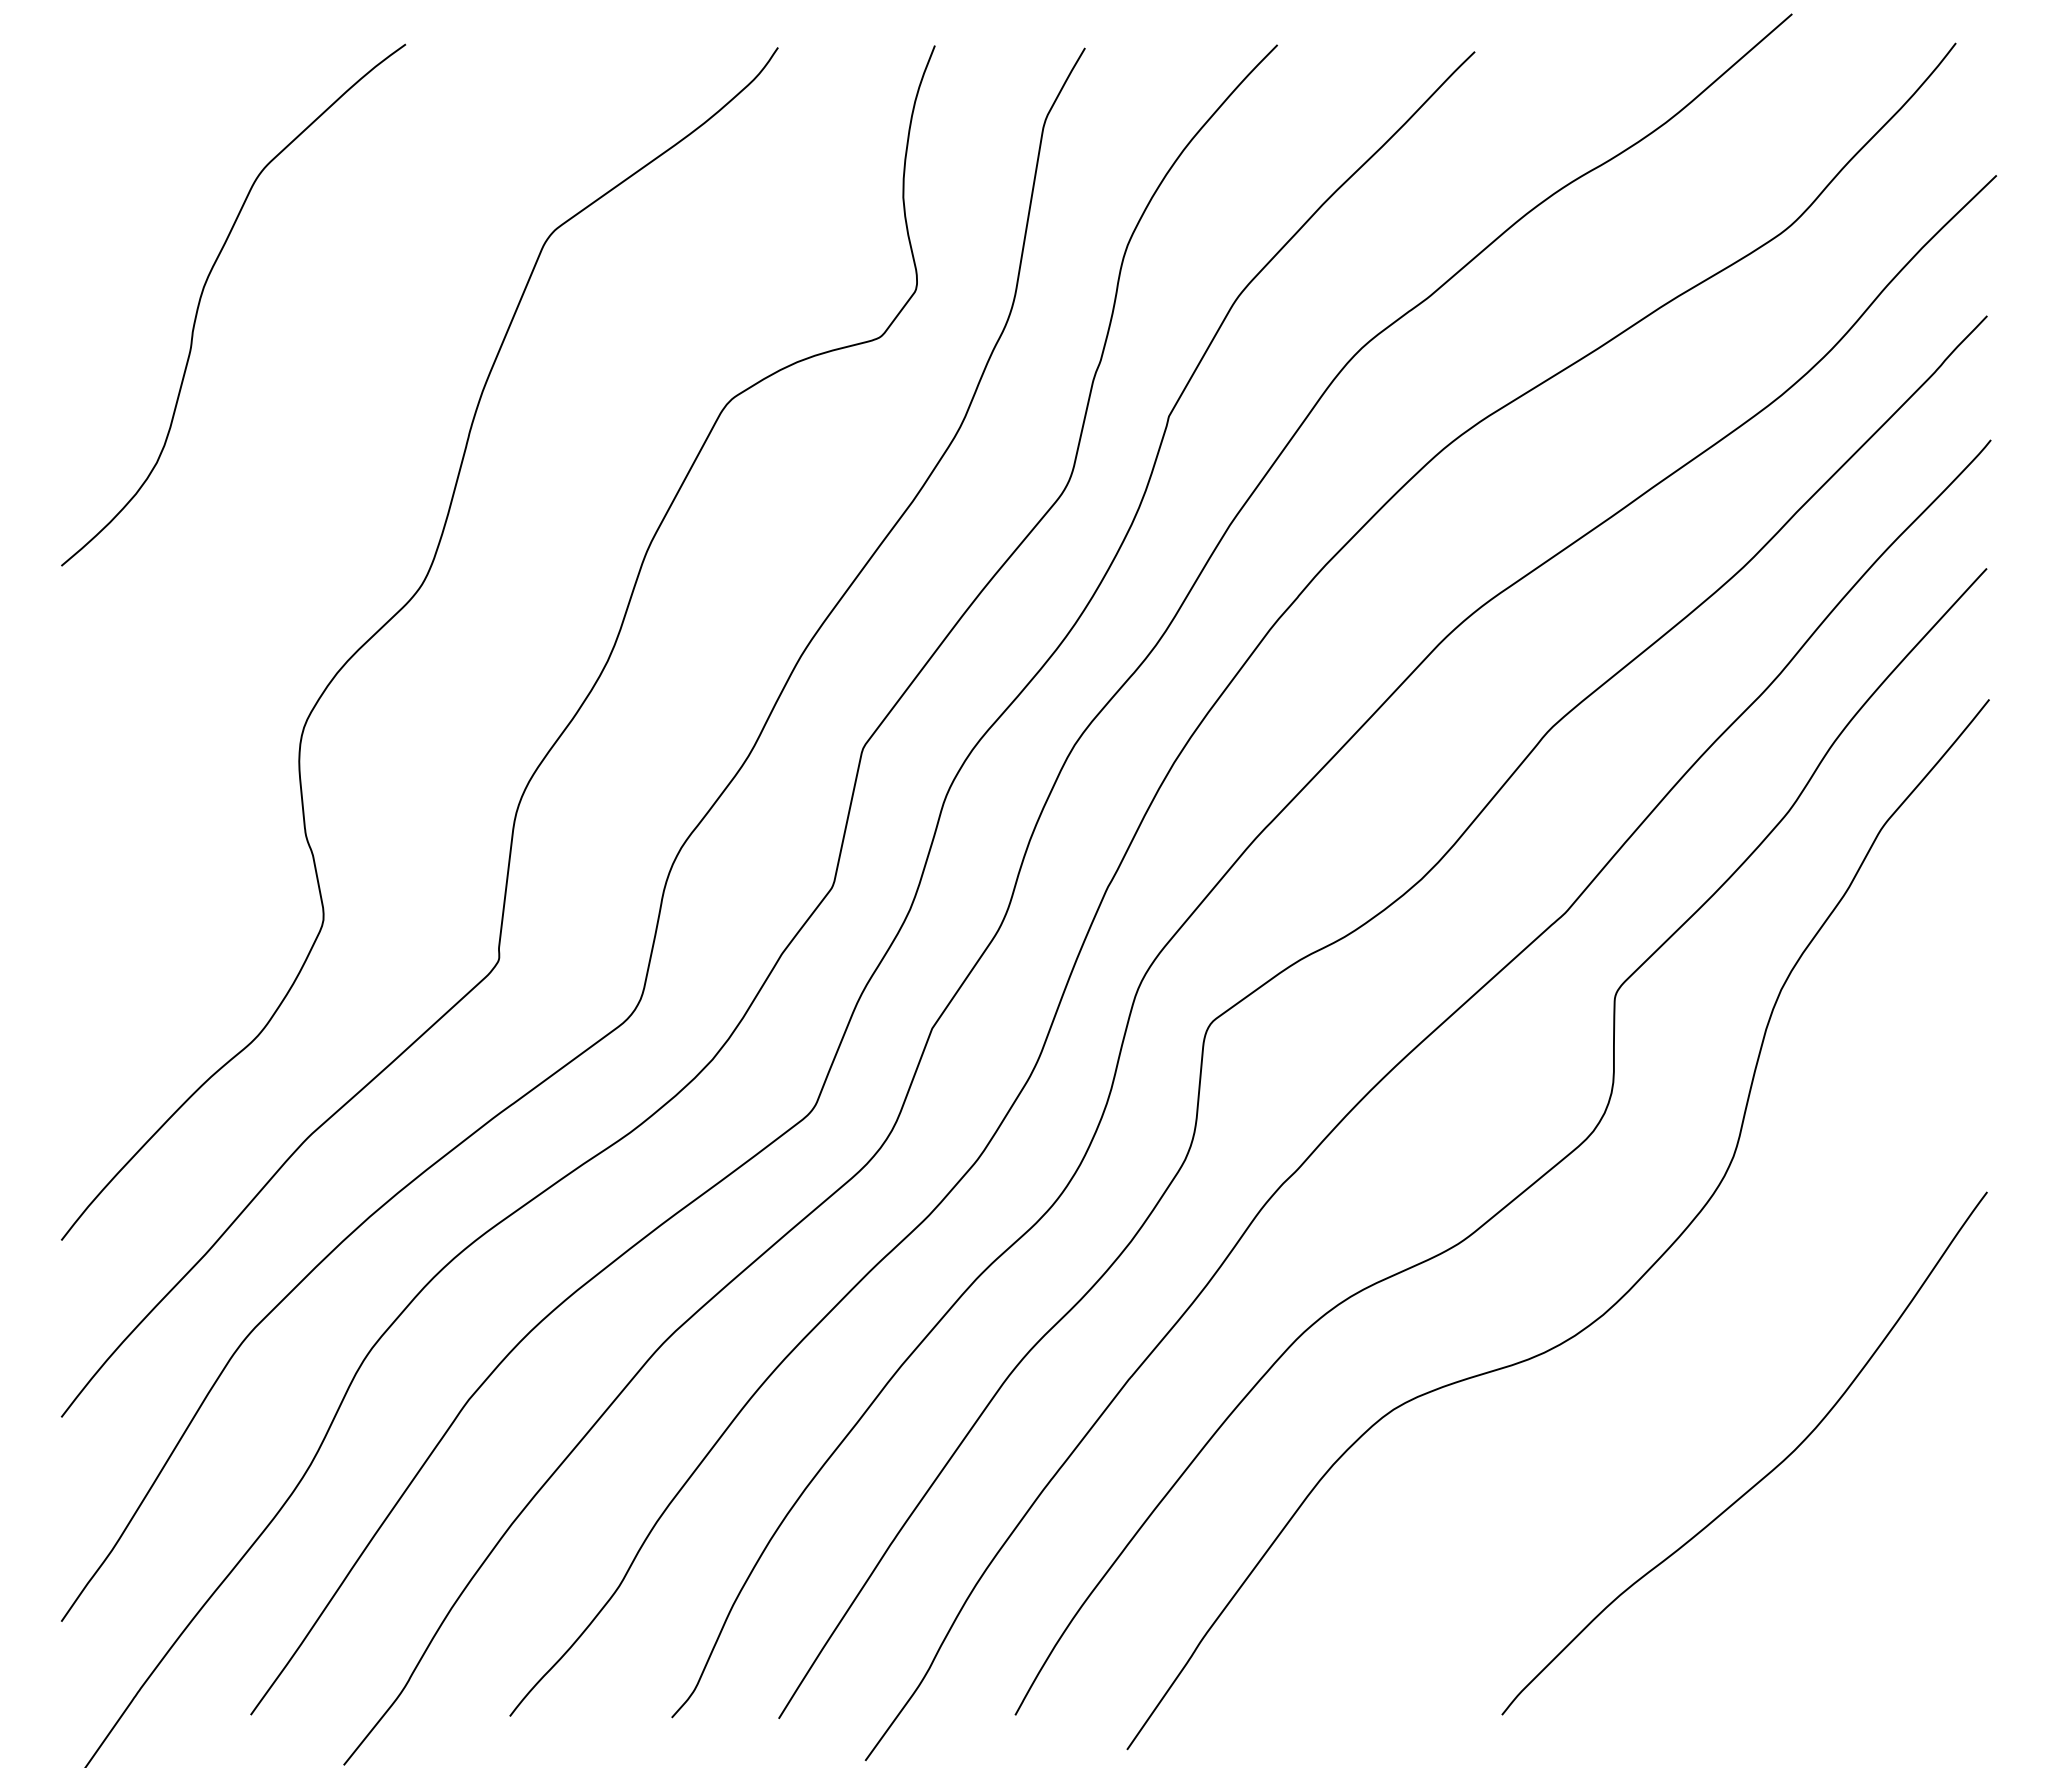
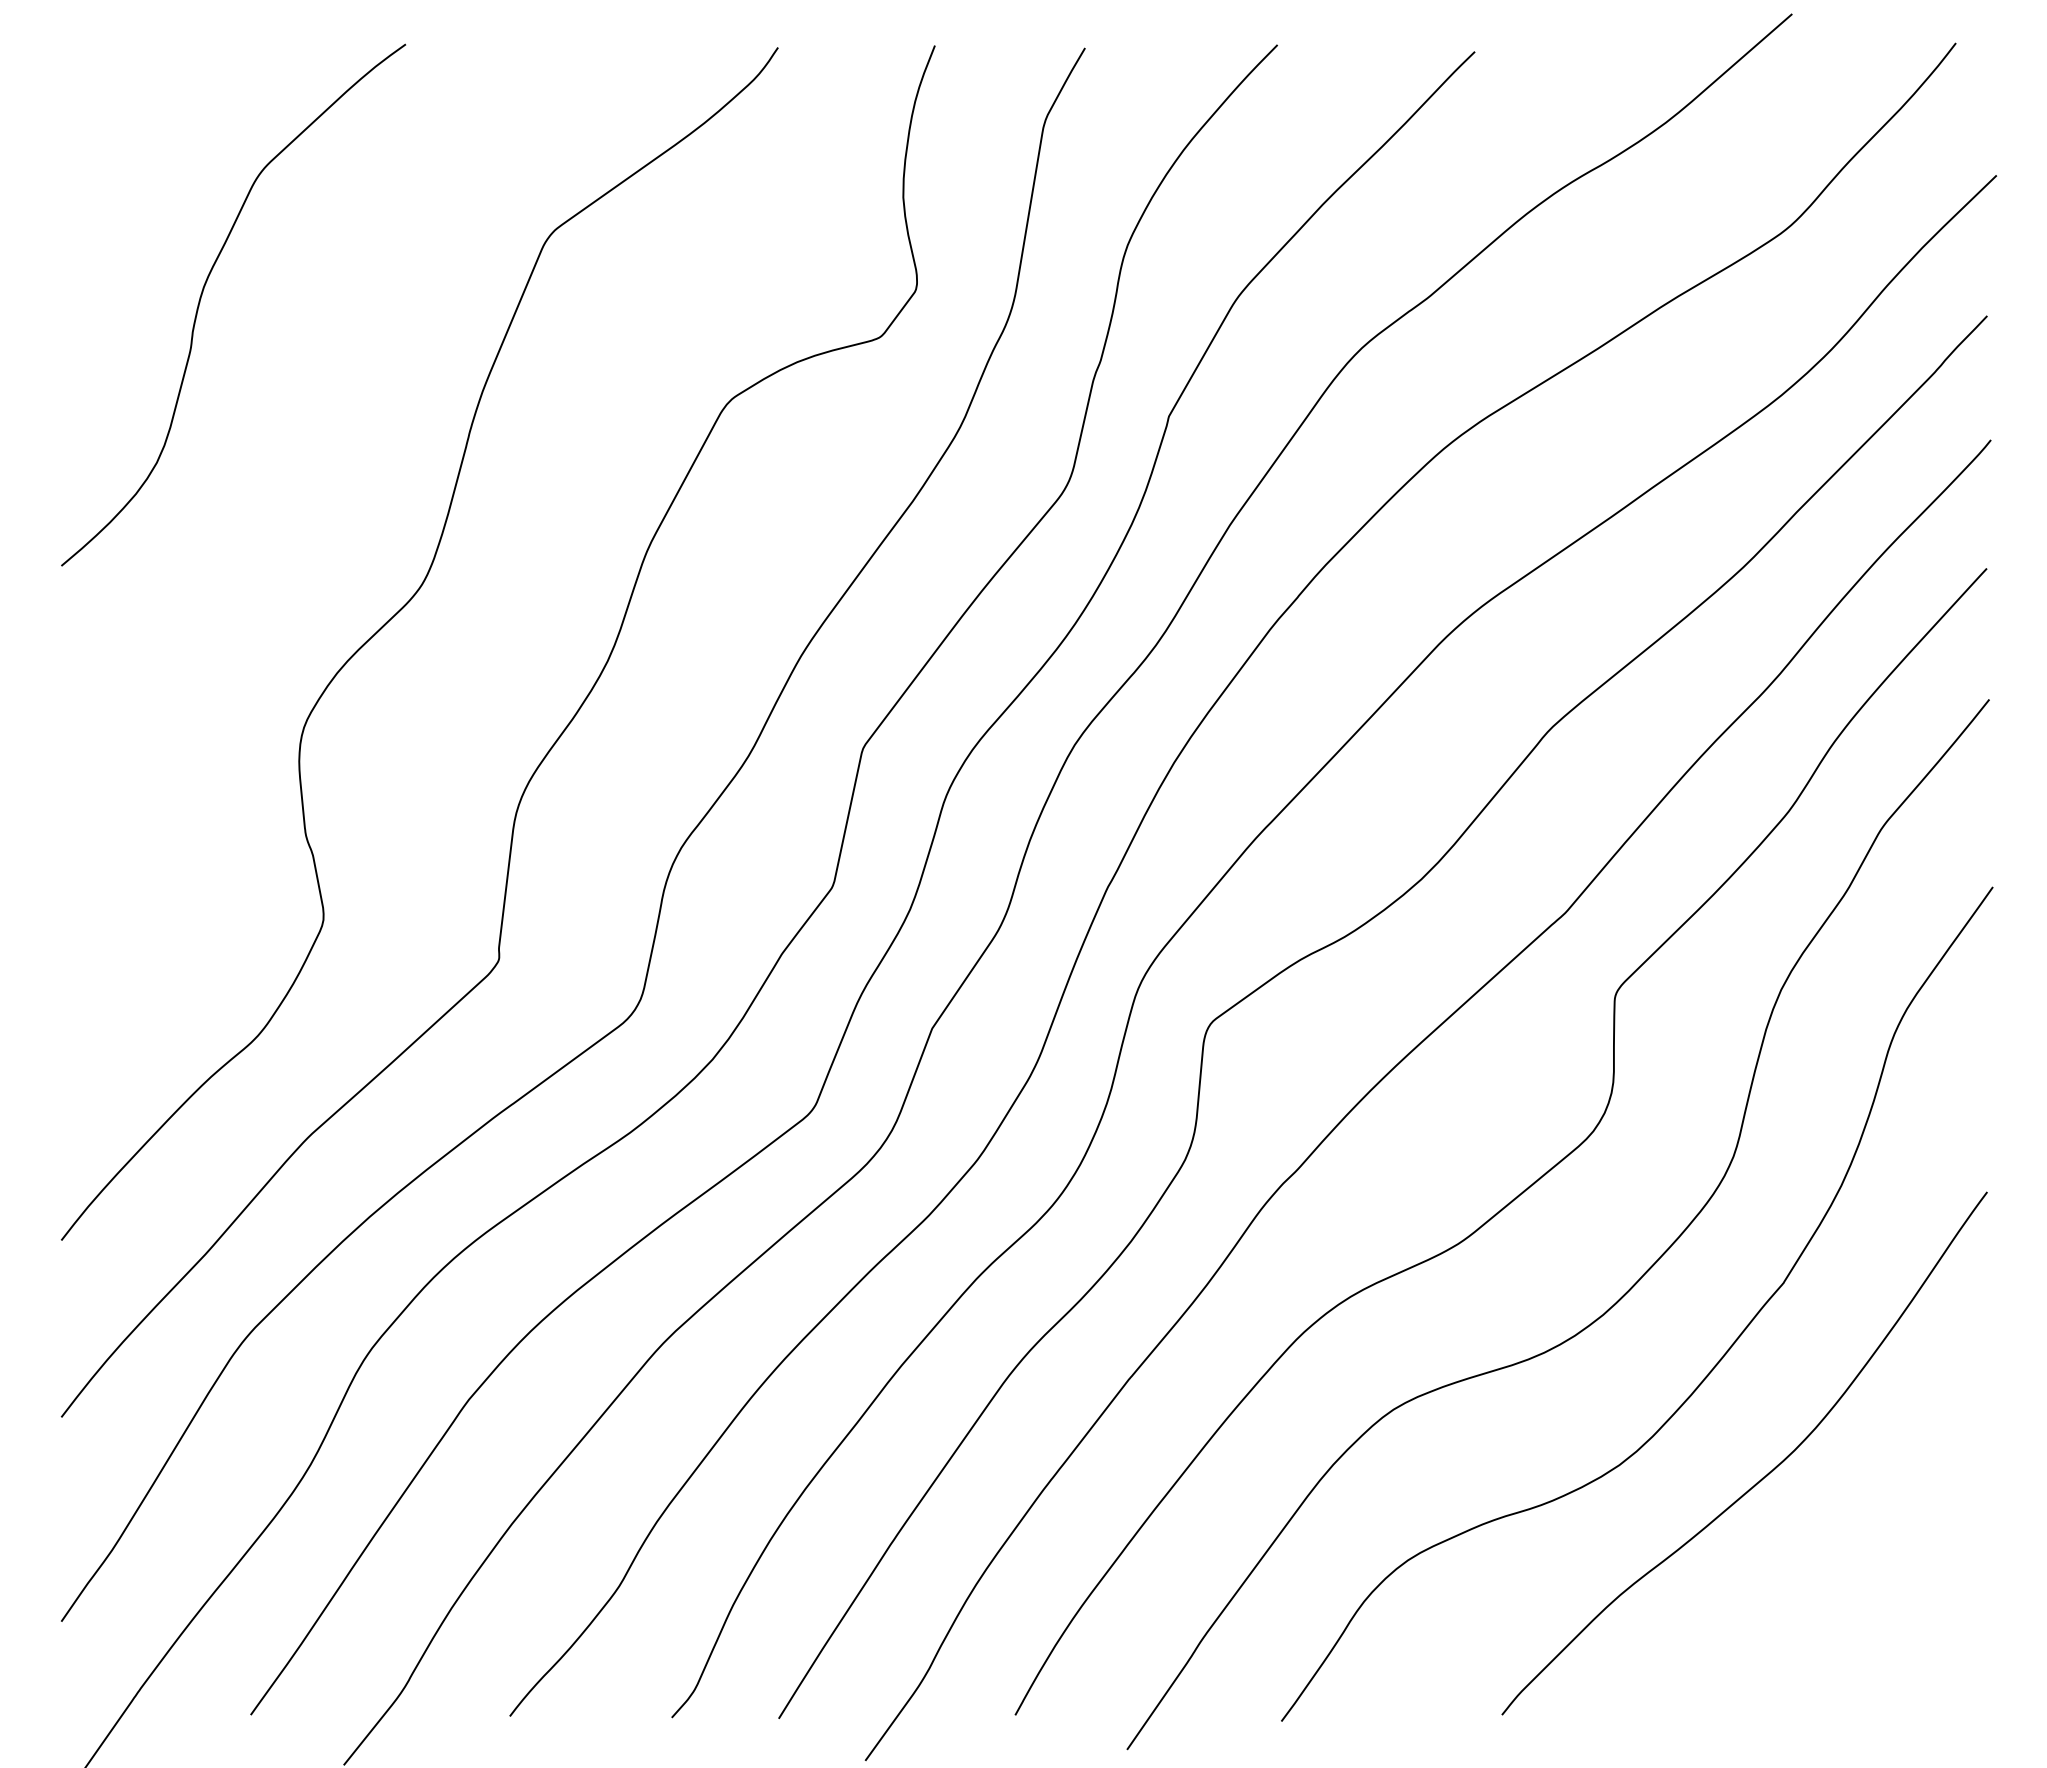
curve at (1713, 1366): none -> present
